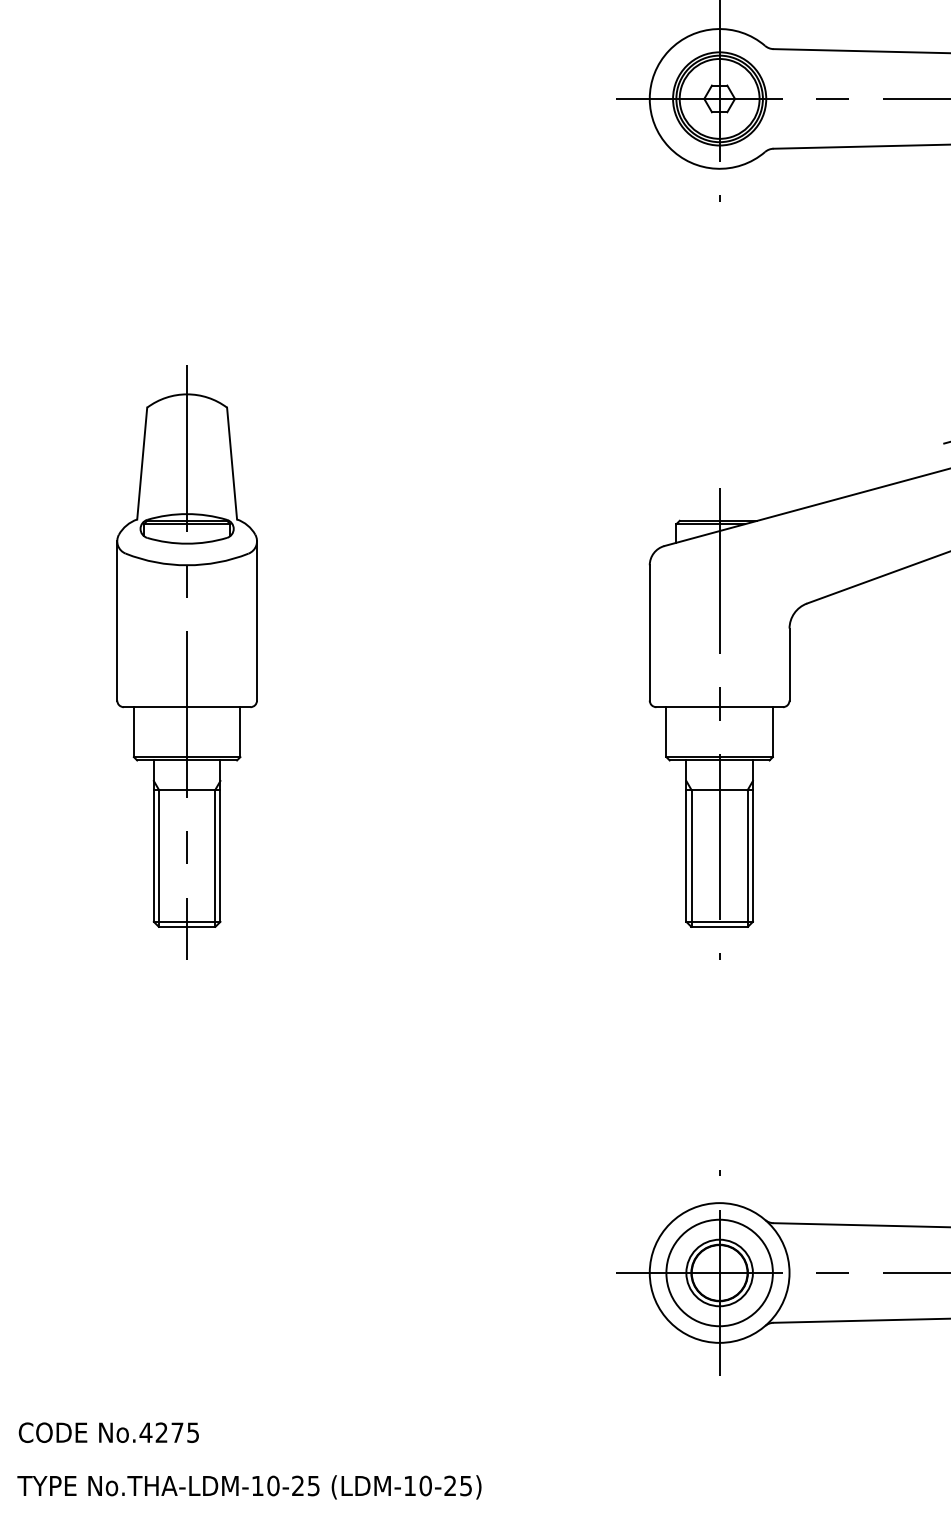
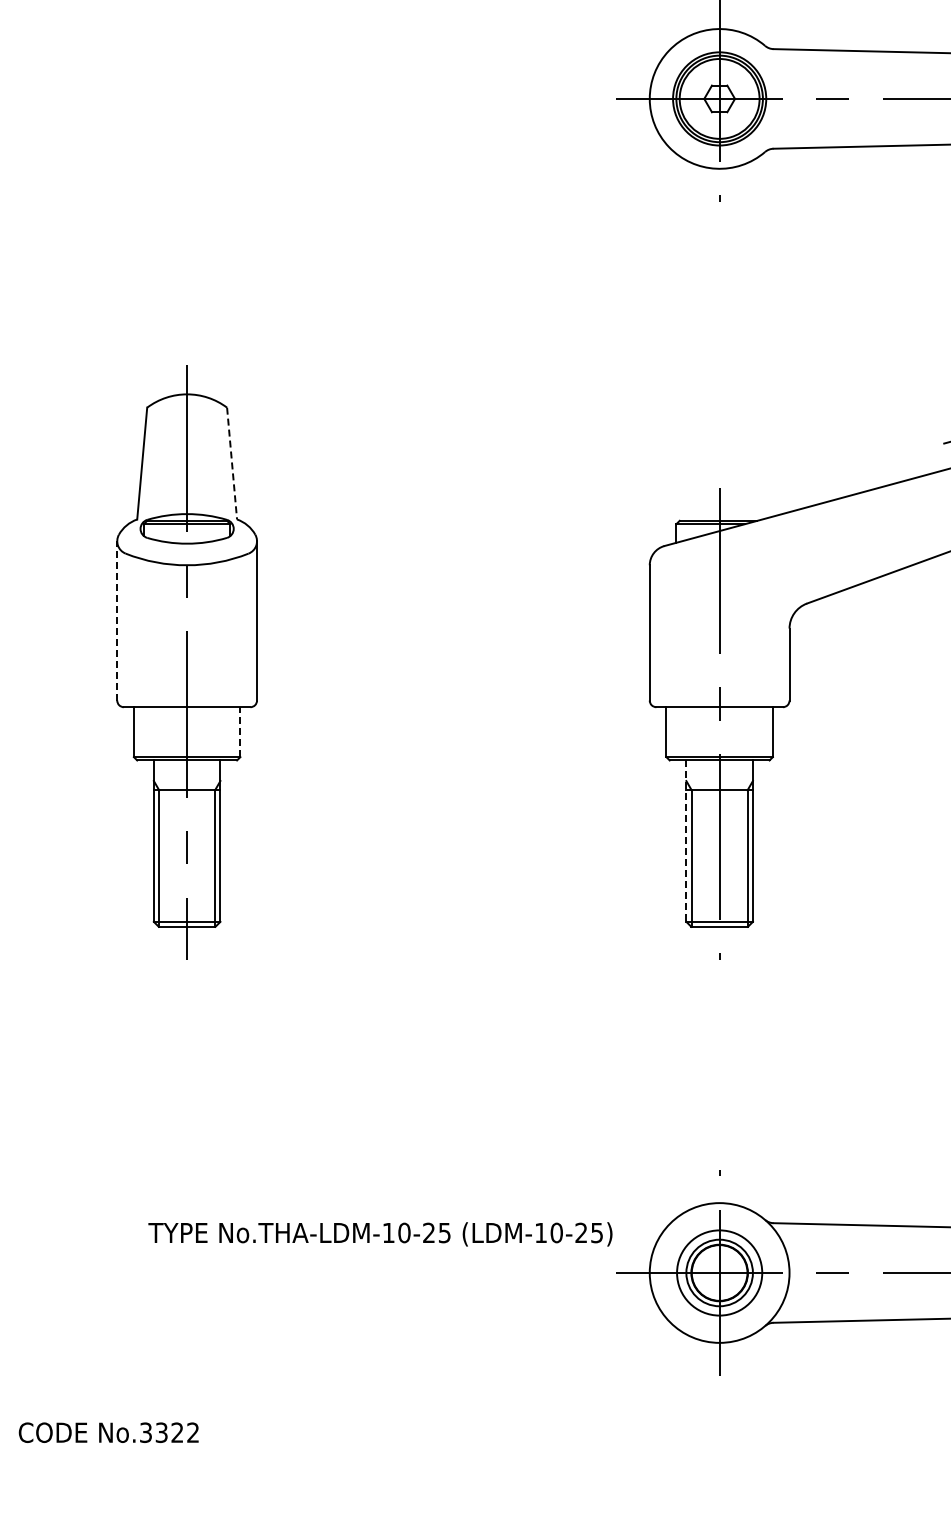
line at (232, 464): solid -> dashed
line at (117, 620): solid -> dashed
line at (240, 732): solid -> dashed
line at (686, 841): solid -> dashed
circle at (719, 1272) diameter: 106 px -> 85 px
text at (168, 1432): No.4275 -> No.3322
text at (249, 1487) position: (249, 1487) -> (380, 1234)
